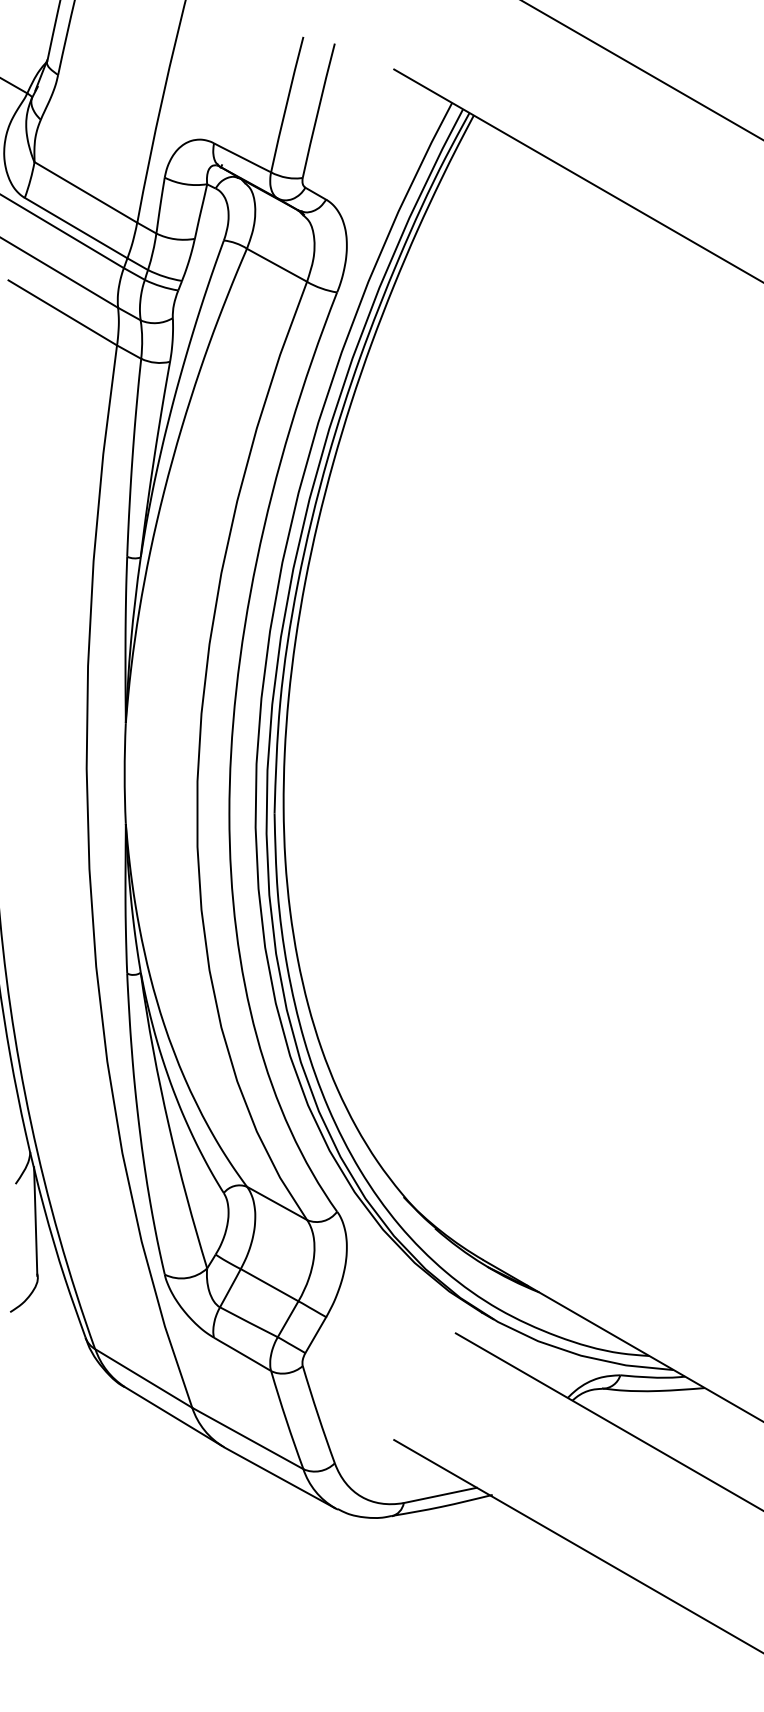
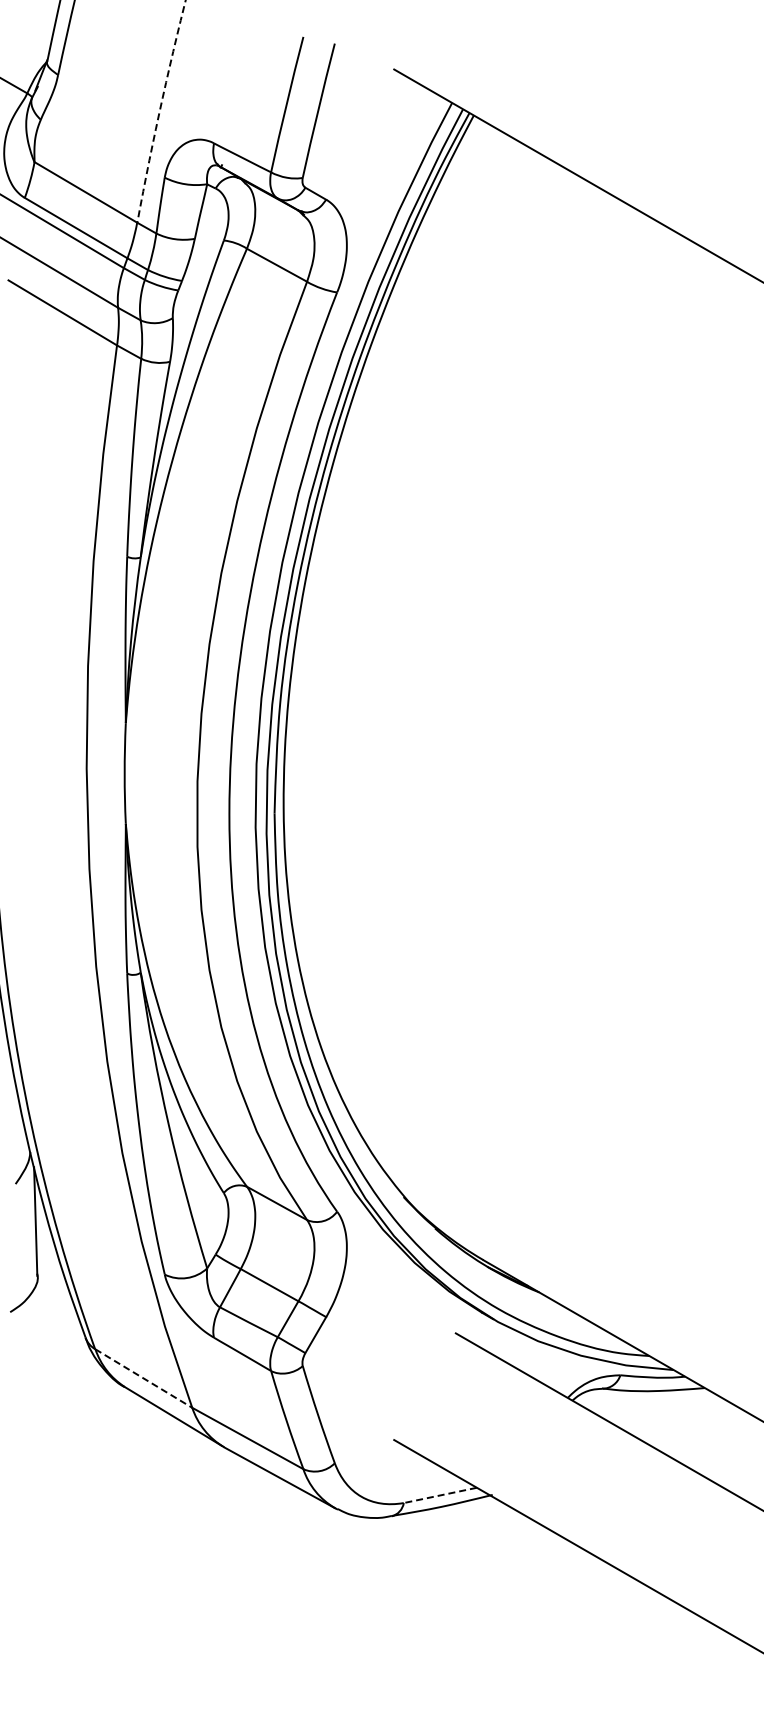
line at (642, 70): present -> none
arc at (159, 110): solid -> dashed
line at (143, 1378): solid -> dashed
line at (439, 1495): solid -> dashed
